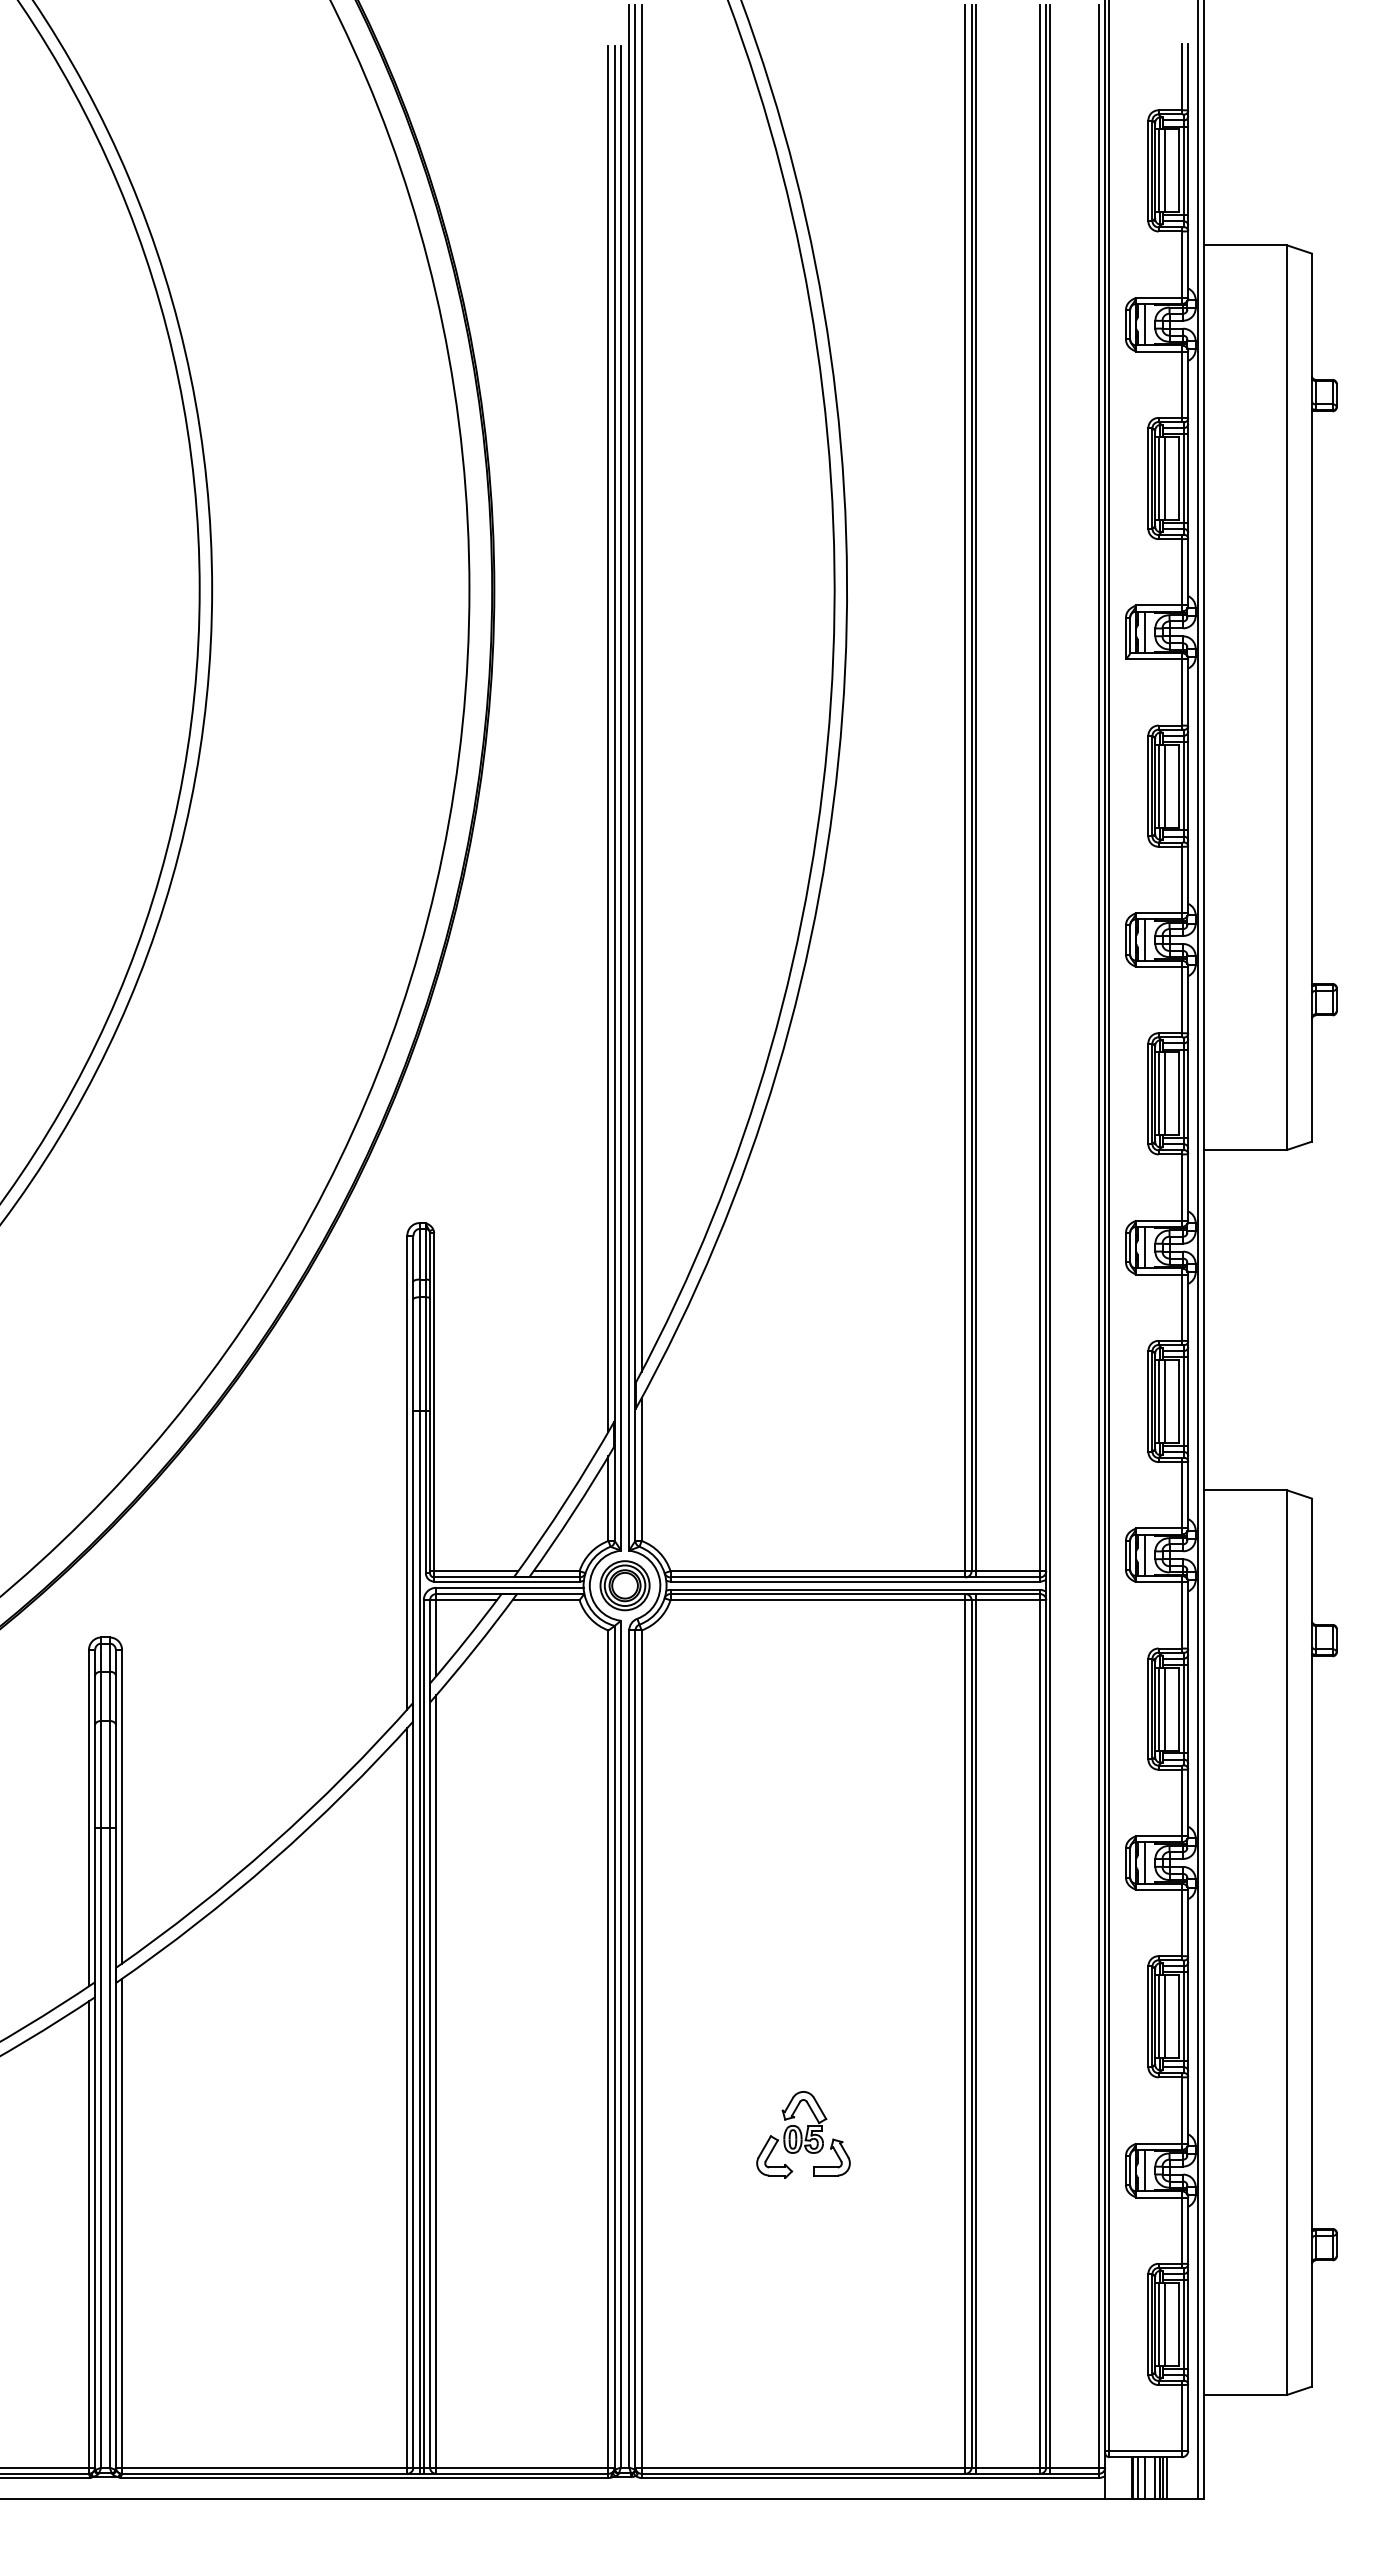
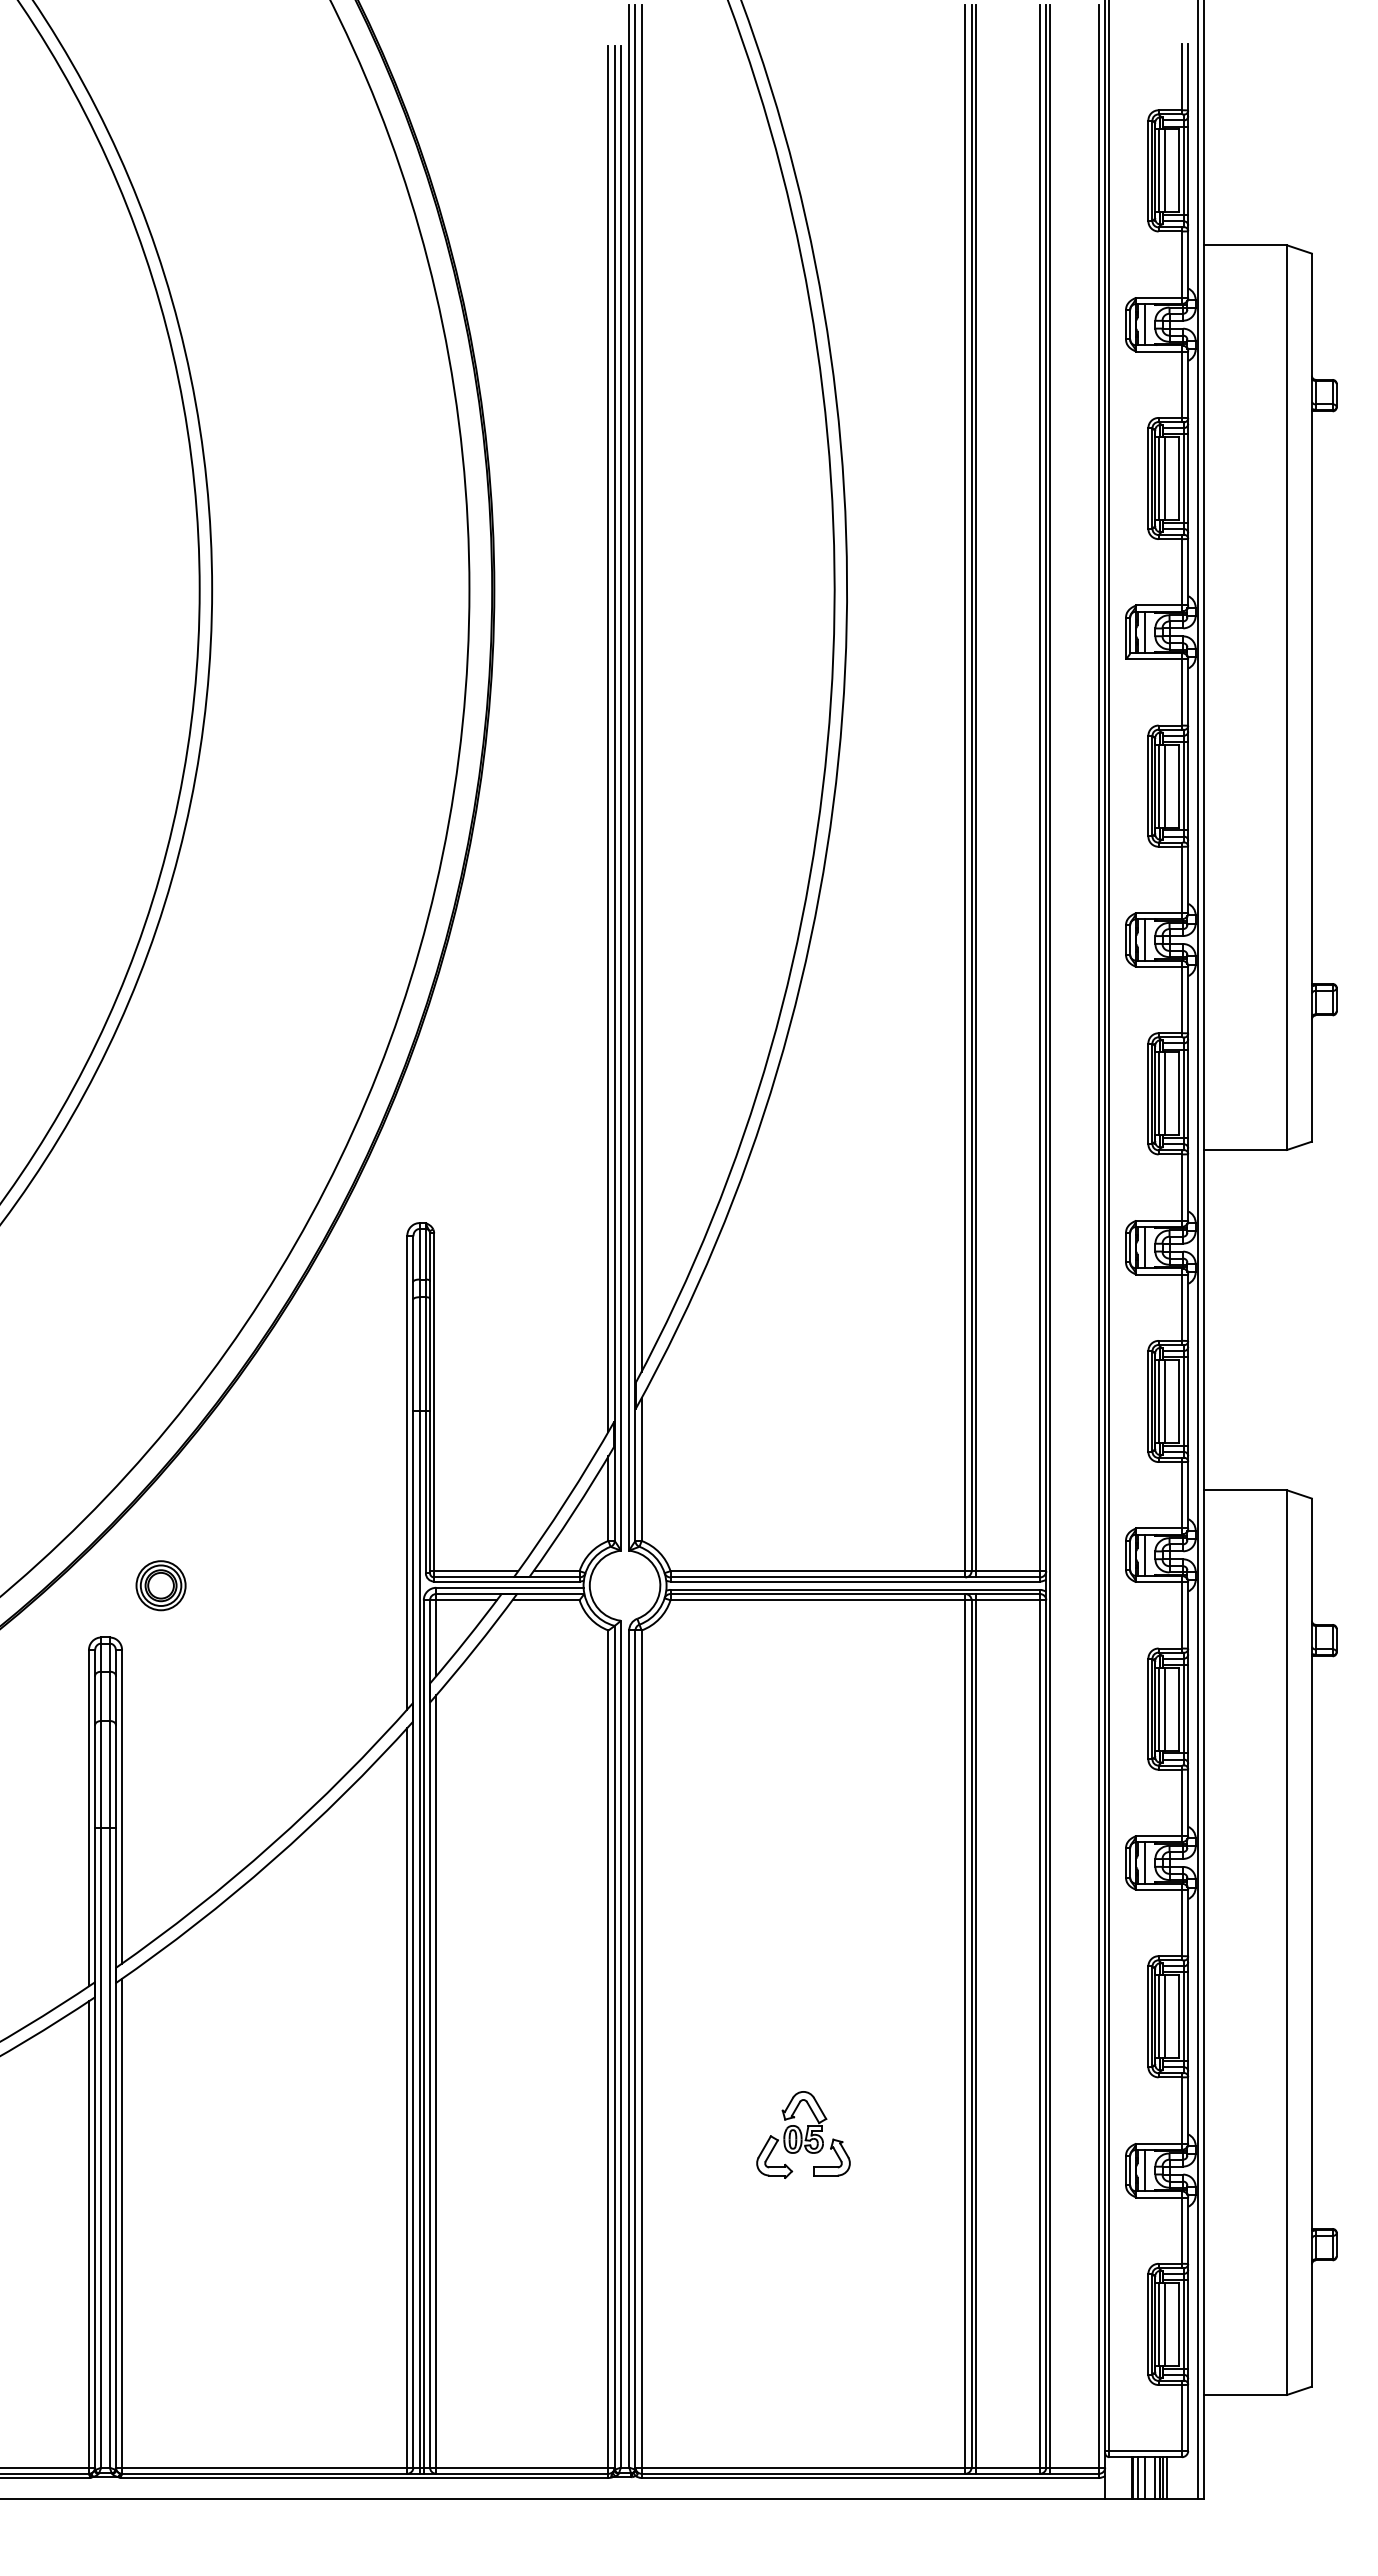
part at (624, 1585) position: (624, 1585) -> (160, 1585)
